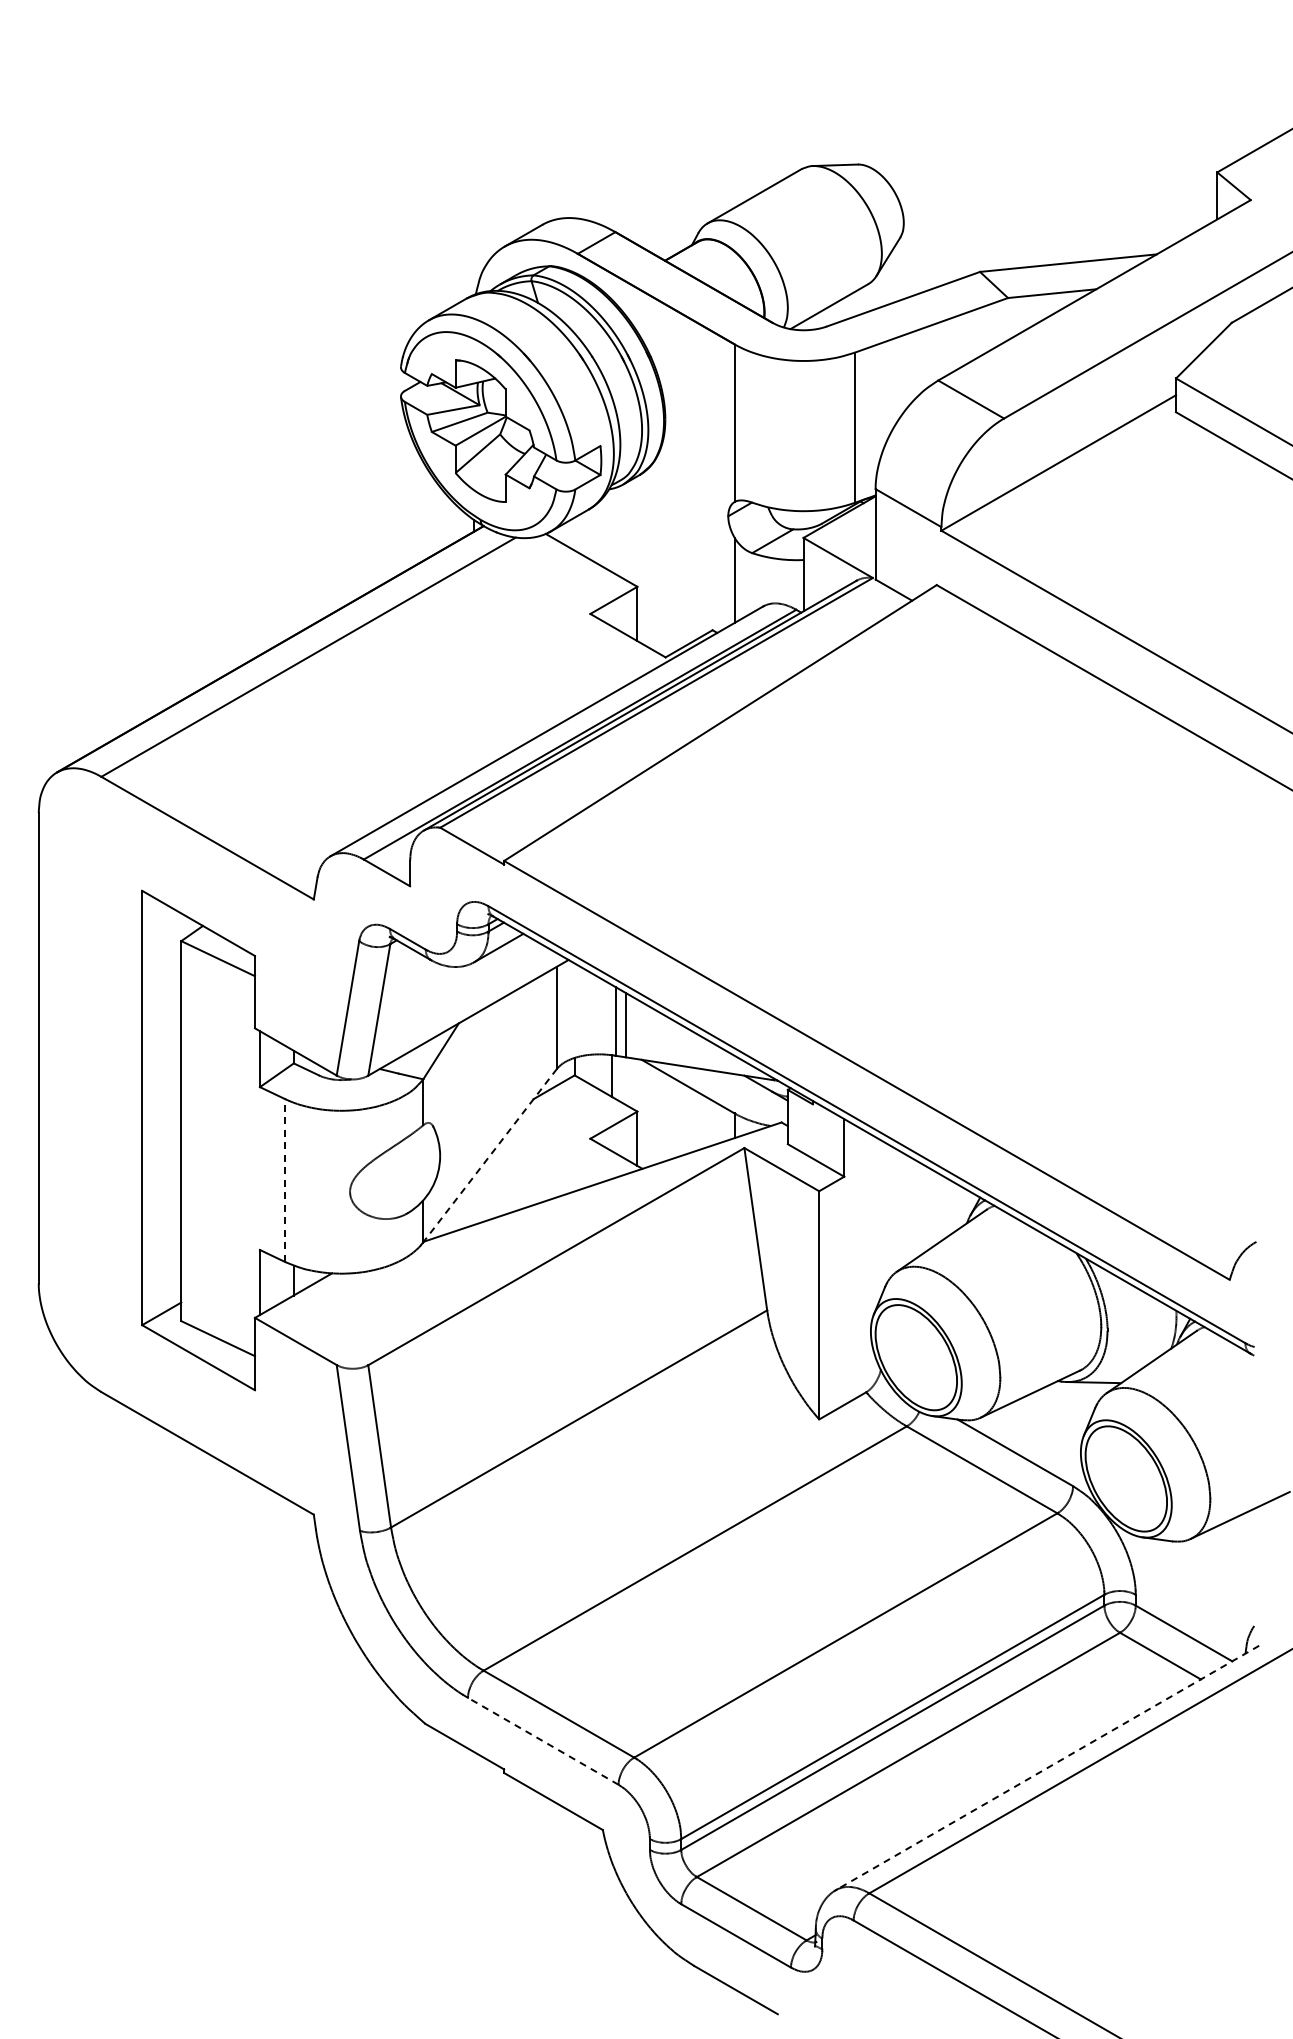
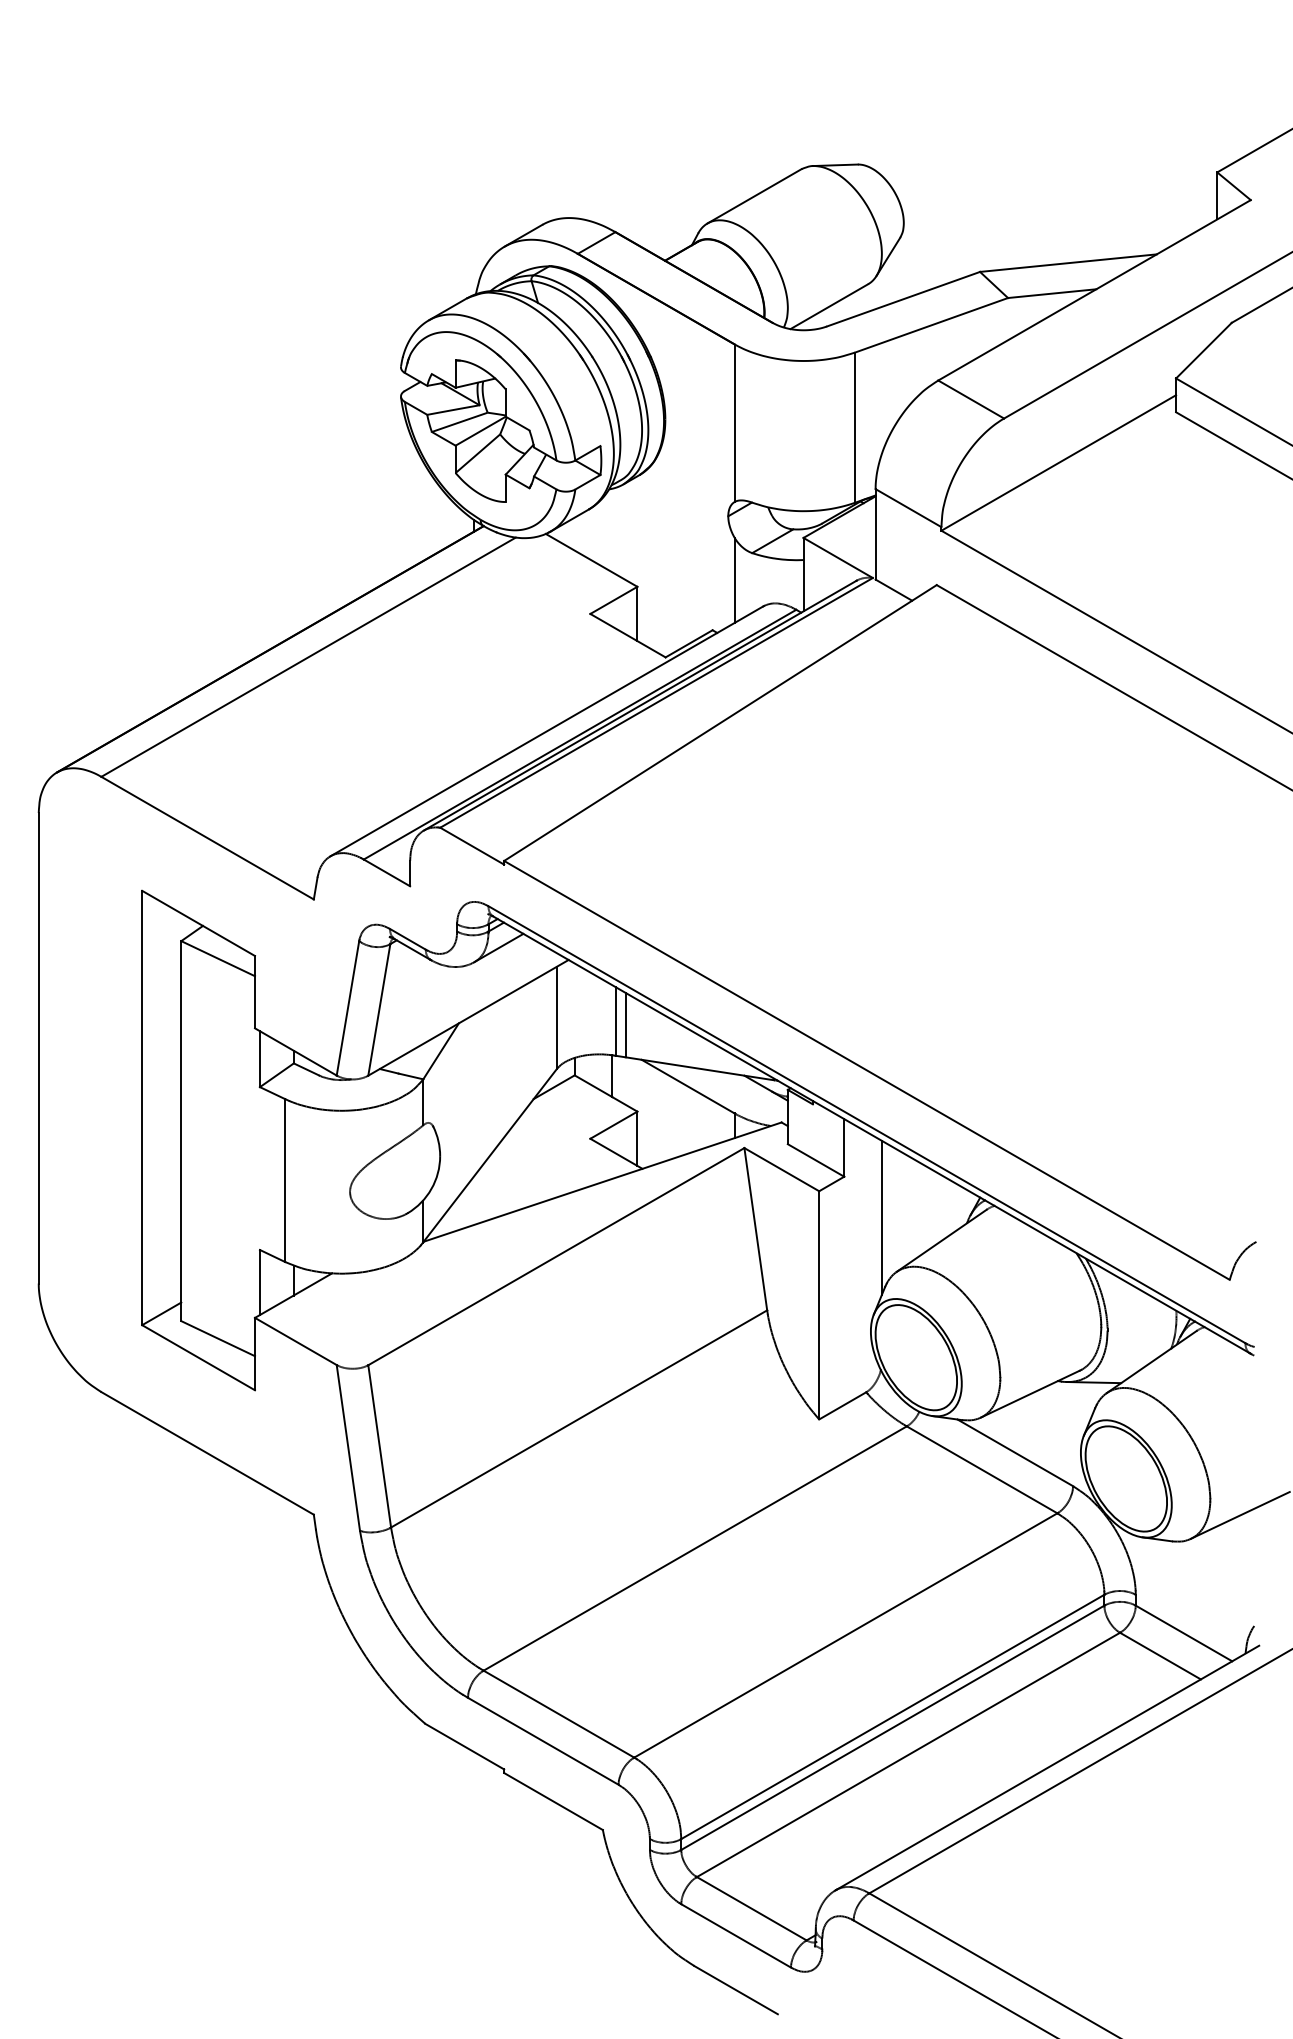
line at (489, 1155): dashed -> solid
line at (285, 1180): dashed -> solid
line at (881, 1217): none -> present
line at (543, 1741): dashed -> solid
line at (1047, 1768): dashed -> solid
